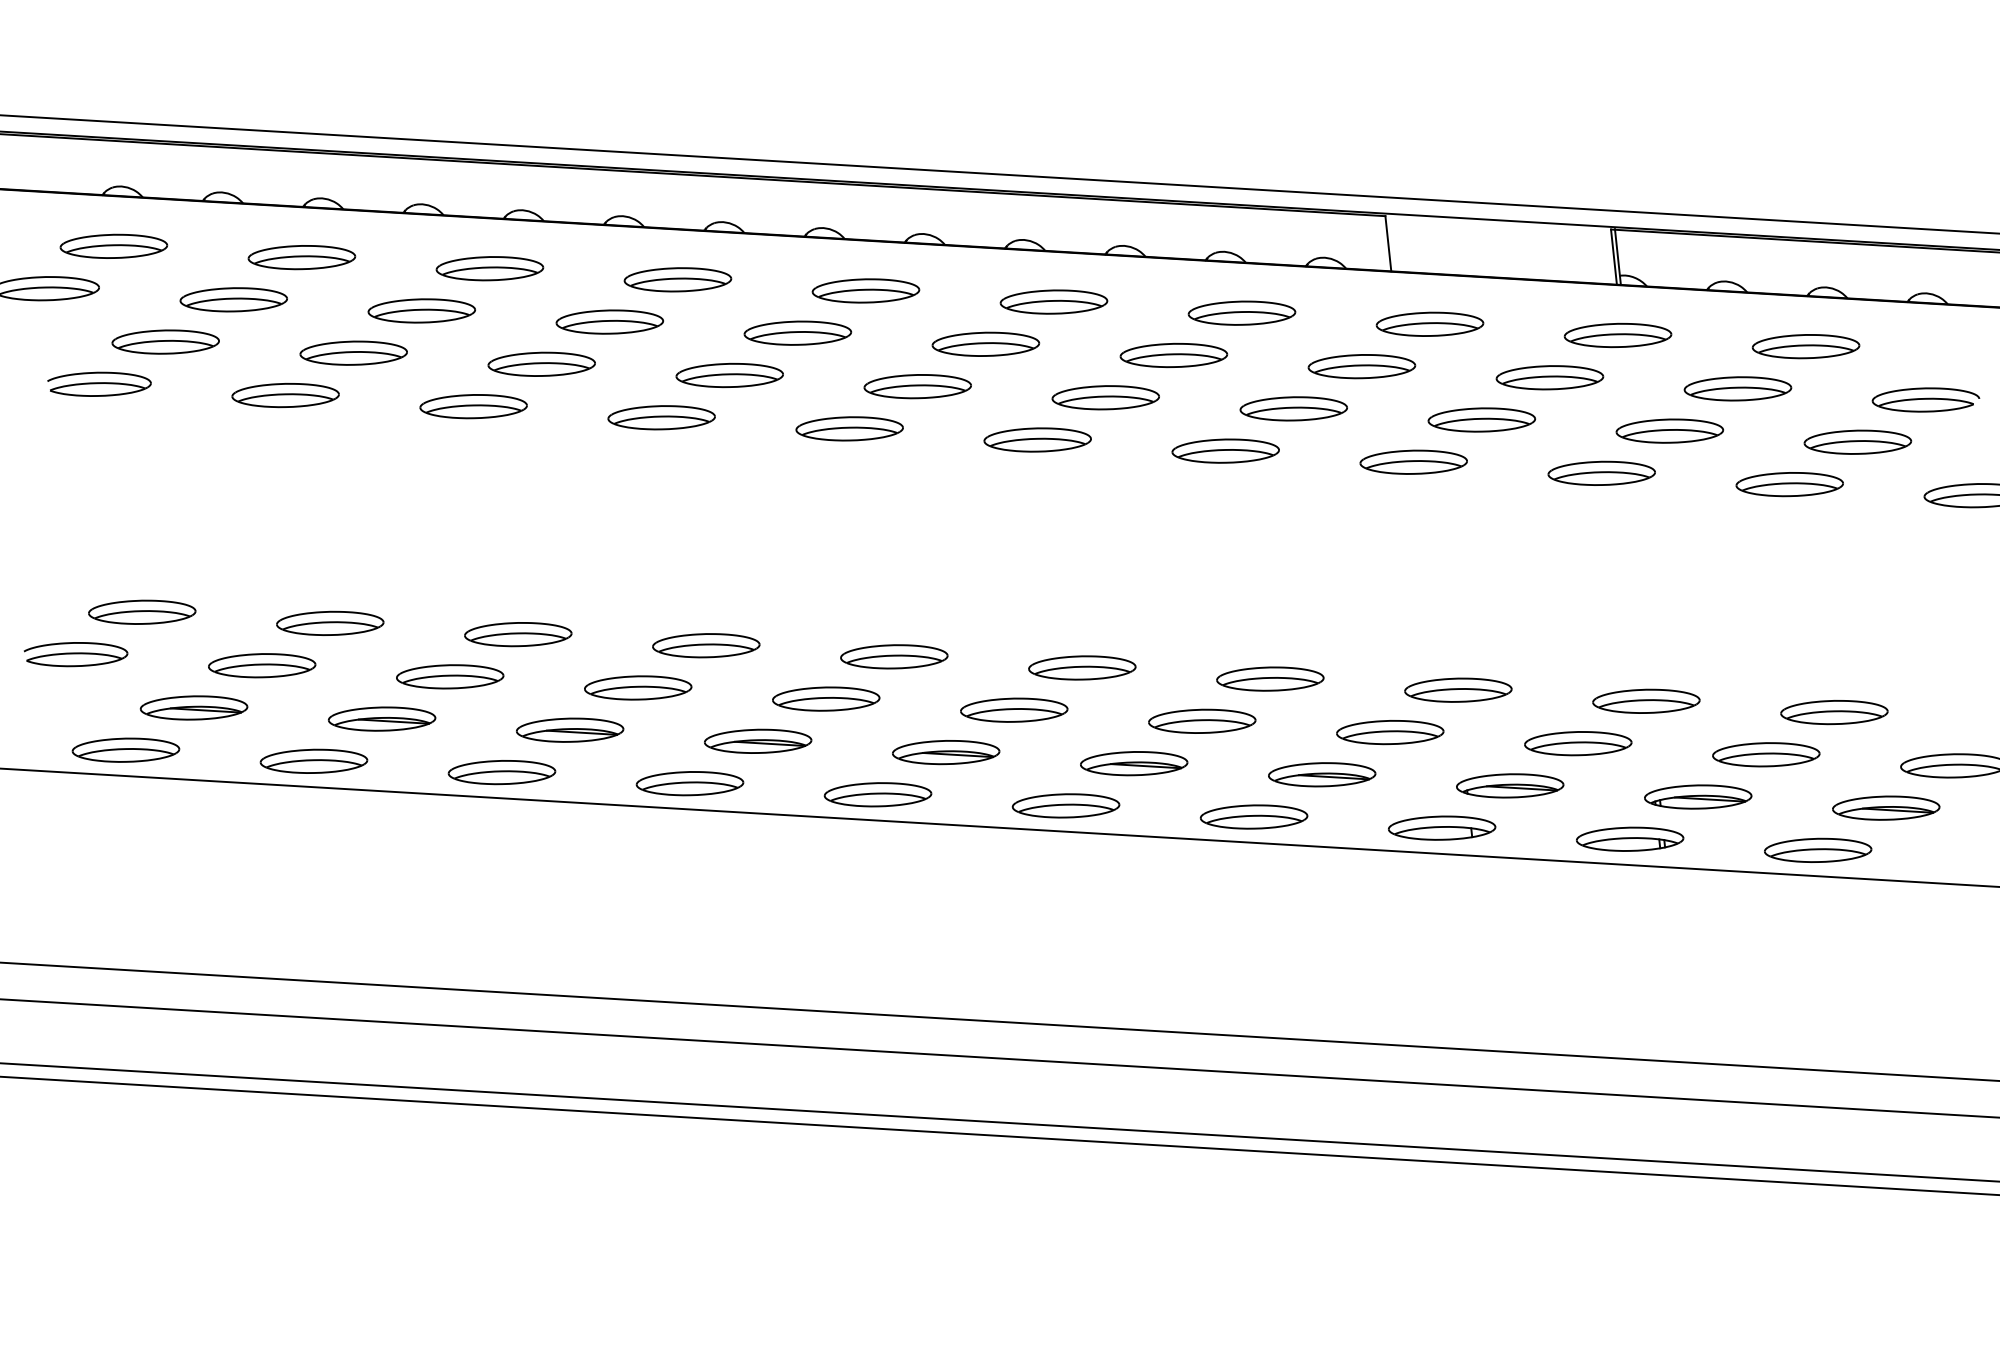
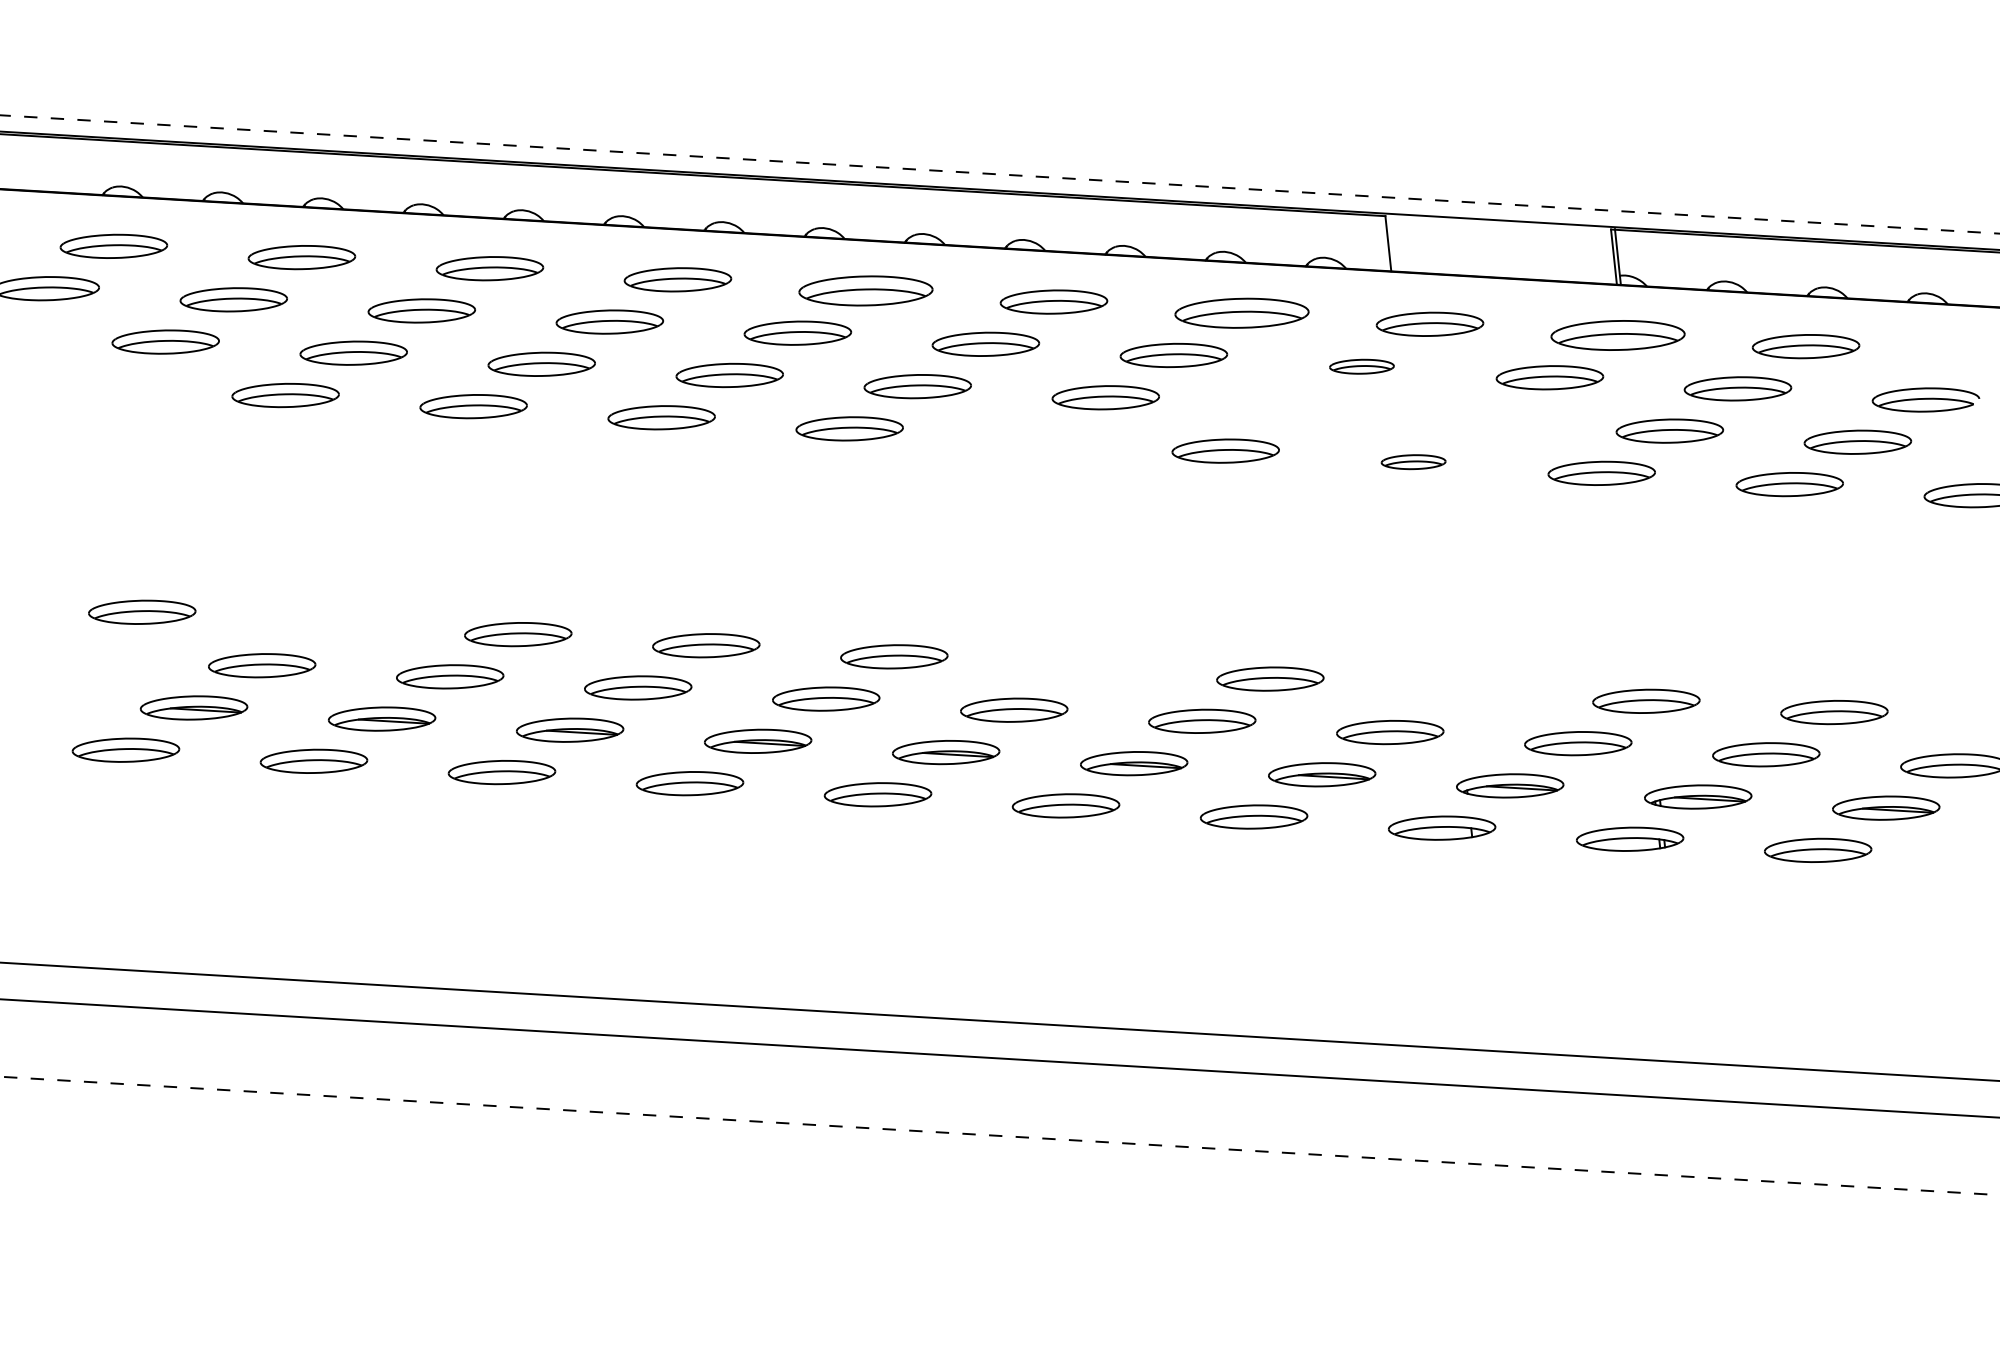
line at (999, 174): solid -> dashed
part at (865, 290) size: 110x26 px -> 136x32 px
part at (1241, 312) size: 110x26 px -> 136x32 px
part at (1617, 335) size: 110x27 px -> 136x31 px
part at (1361, 366) size: 110x26 px -> 66x17 px
part at (99, 383): present -> none
part at (1293, 408): present -> none
part at (1481, 419): present -> none
part at (1037, 439): present -> none
part at (1413, 461) size: 109x26 px -> 67x17 px
part at (330, 622): present -> none
part at (75, 654): present -> none
part at (1082, 667): present -> none
part at (1458, 689): present -> none
line at (999, 827): present -> none
line at (999, 1122): present -> none
line at (1000, 1135): solid -> dashed
